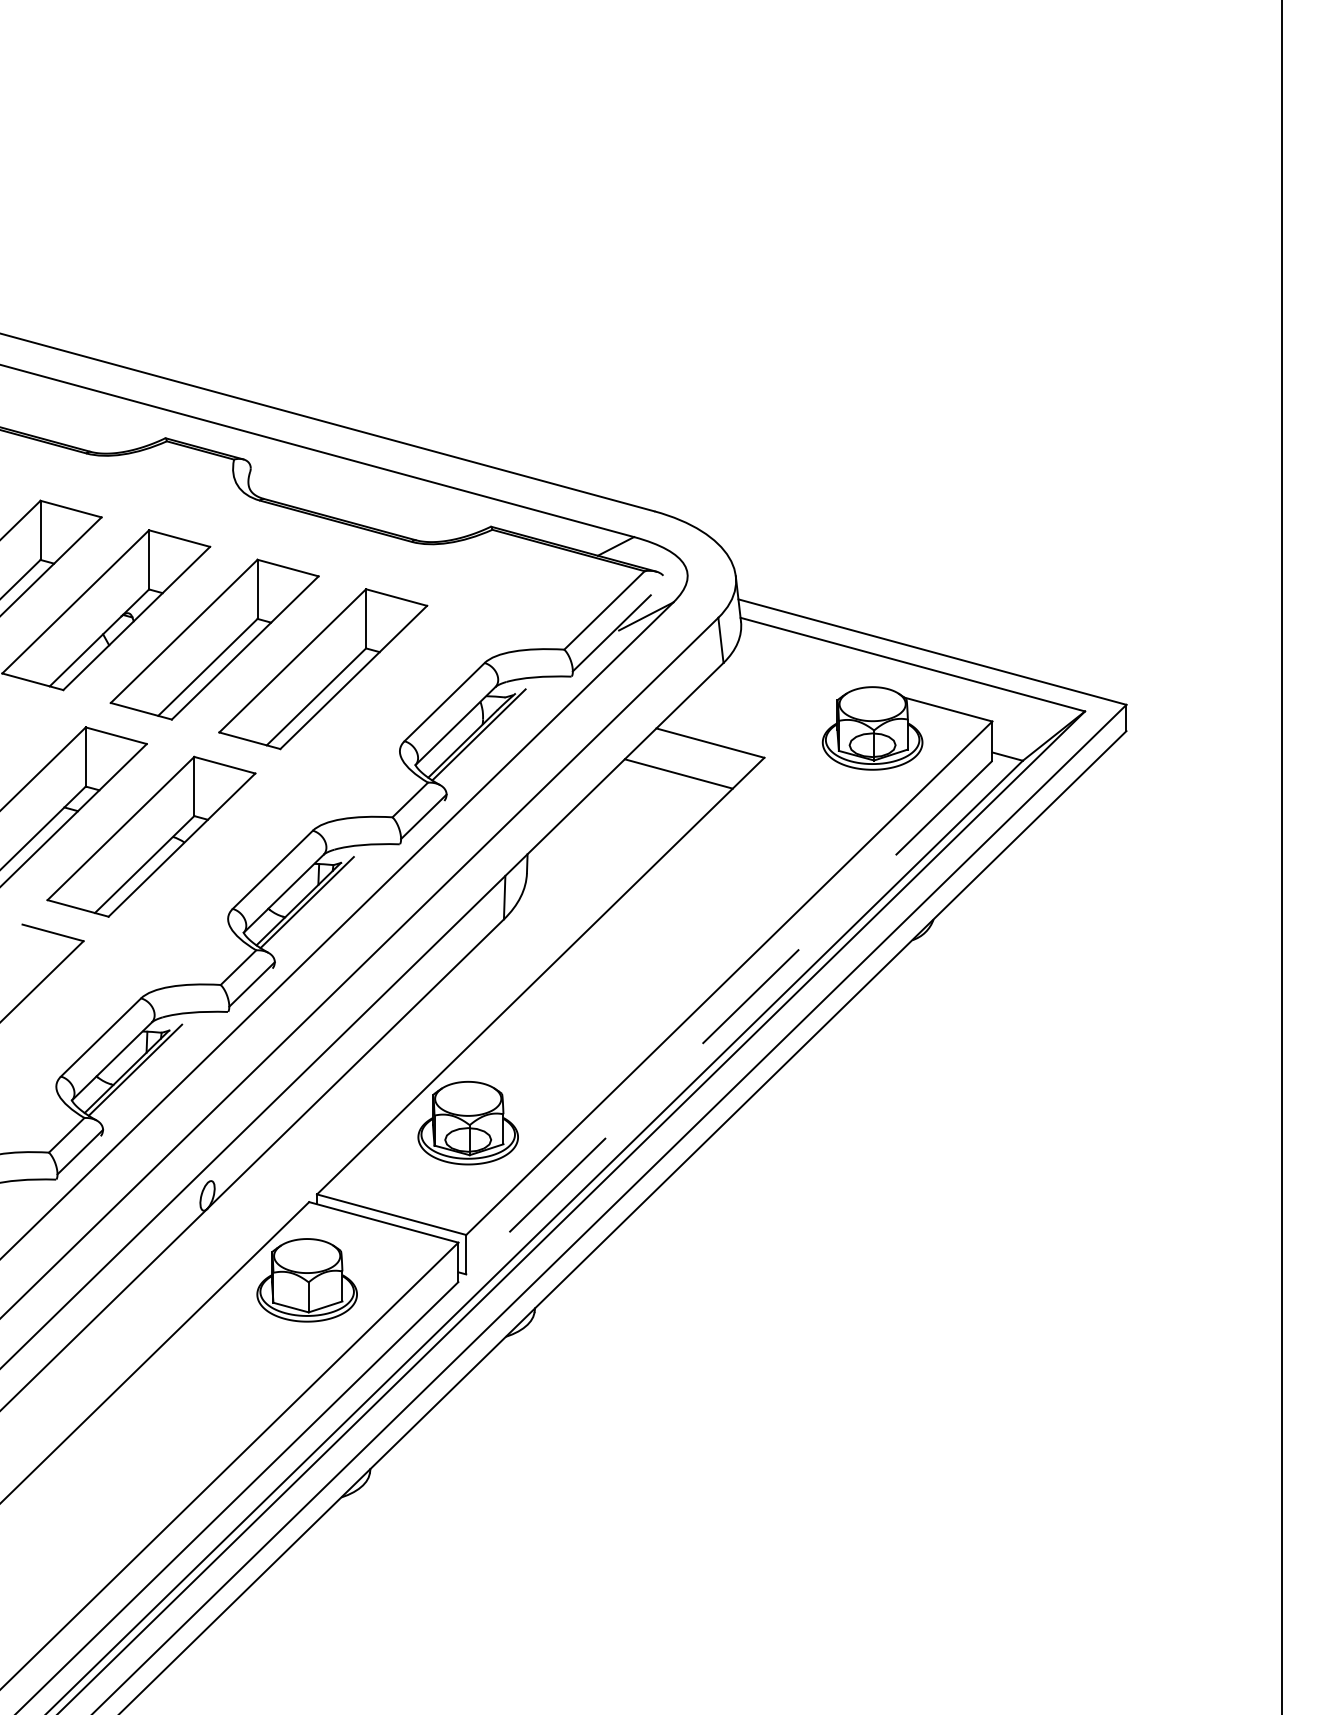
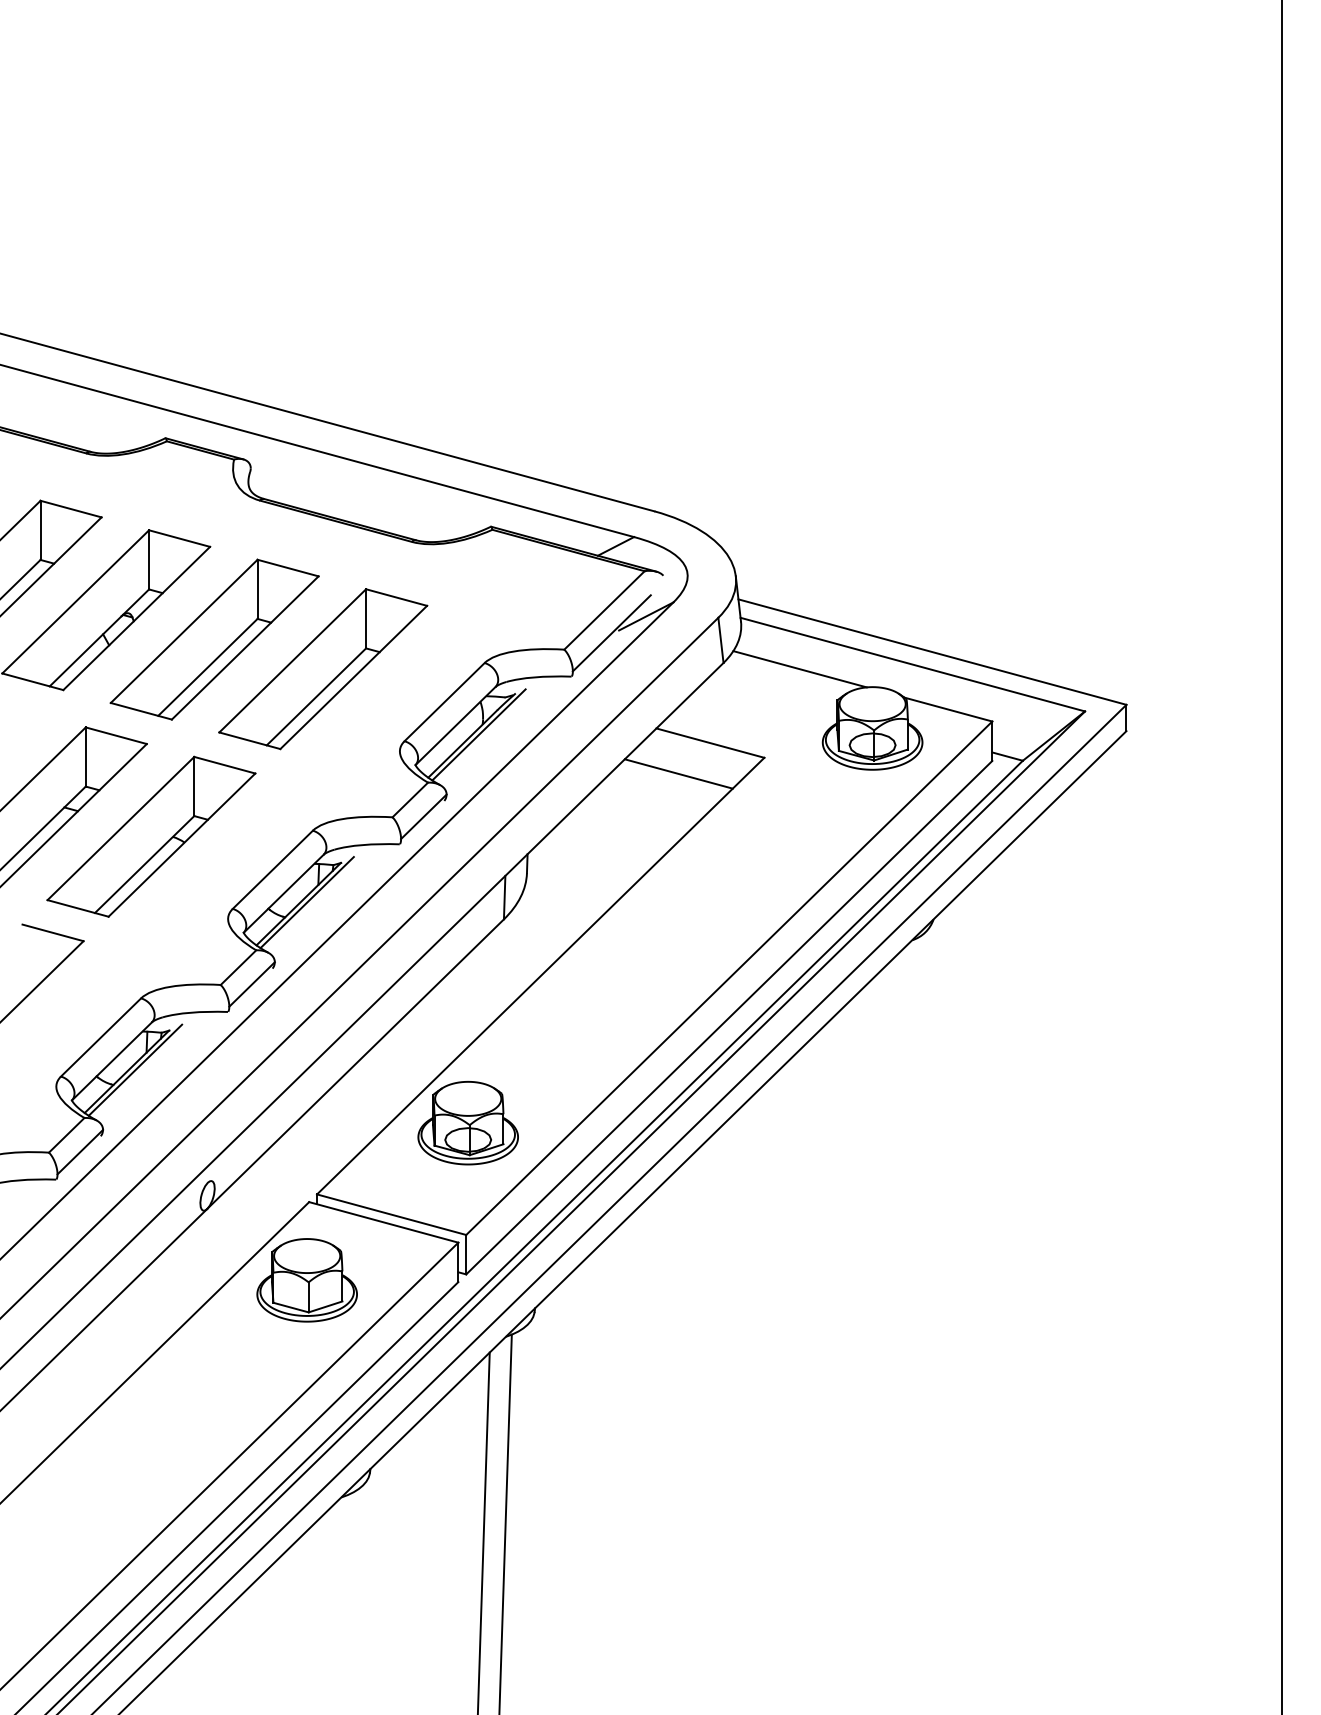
line at (799, 669): none -> present
line at (729, 1017): dashed -> solid
line at (505, 1522): none -> present
line at (483, 1531): none -> present
